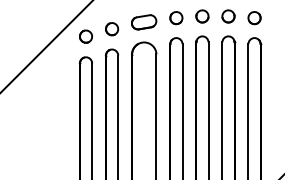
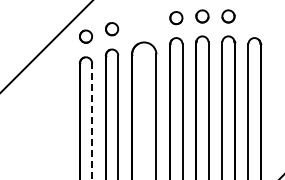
part at (254, 18): present -> none
part at (144, 22): present -> none
line at (92, 121): solid -> dashed
